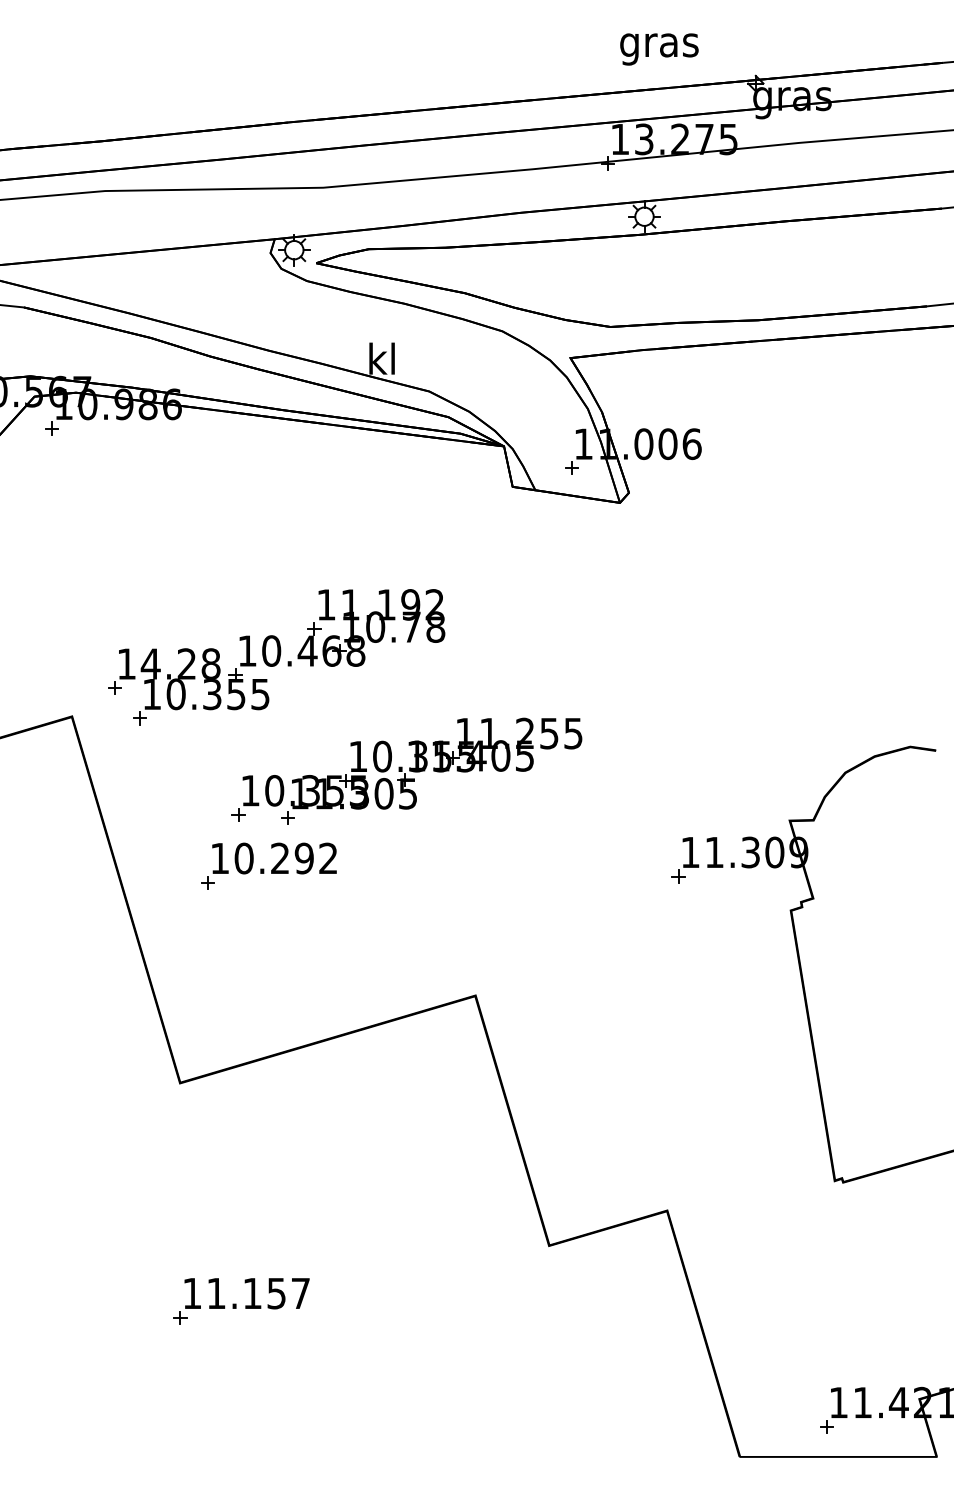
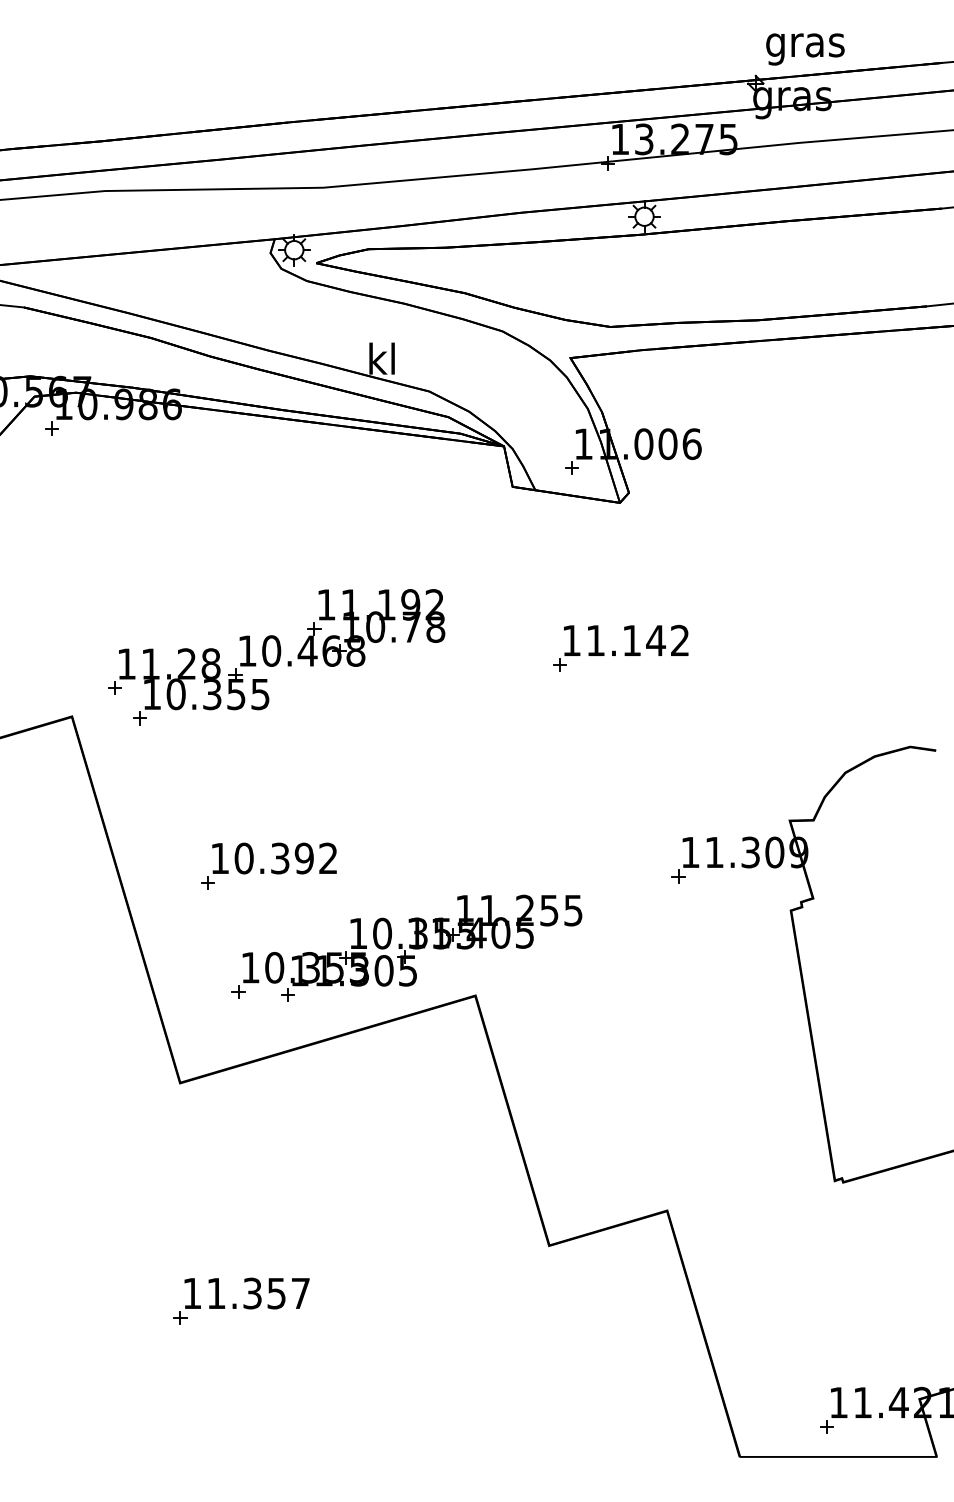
text at (659, 49) position: (659, 49) -> (805, 49)
part at (620, 647): none -> present
text at (150, 663): 14.28 -> 11.28
part at (406, 770) position: (406, 770) -> (406, 947)
text at (280, 858): 10.292 -> 10.392
text at (252, 1293): 11.157 -> 11.357
